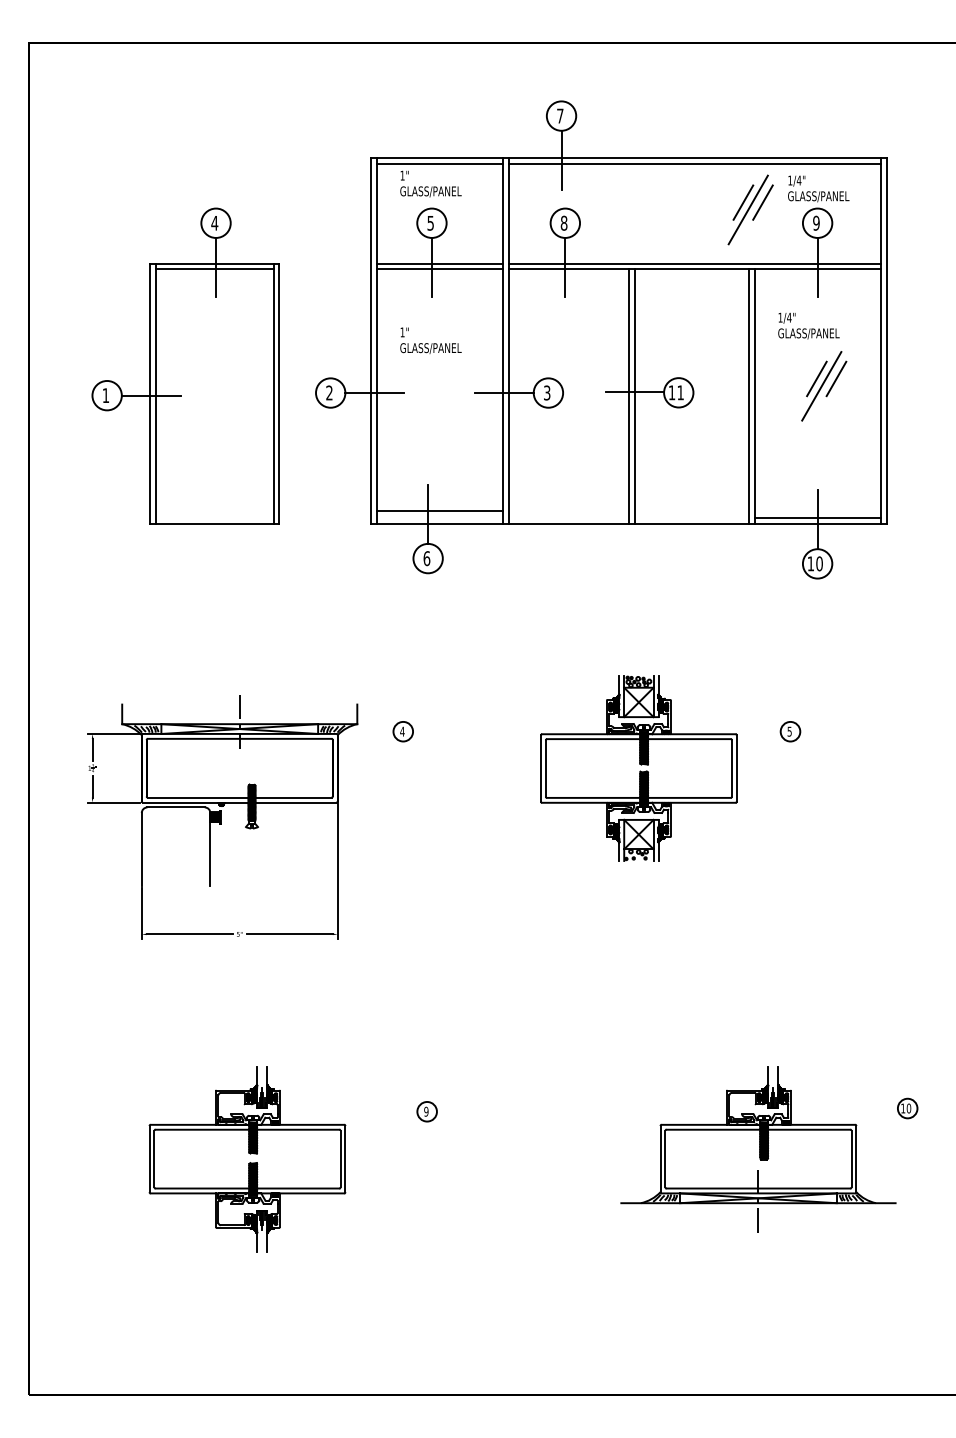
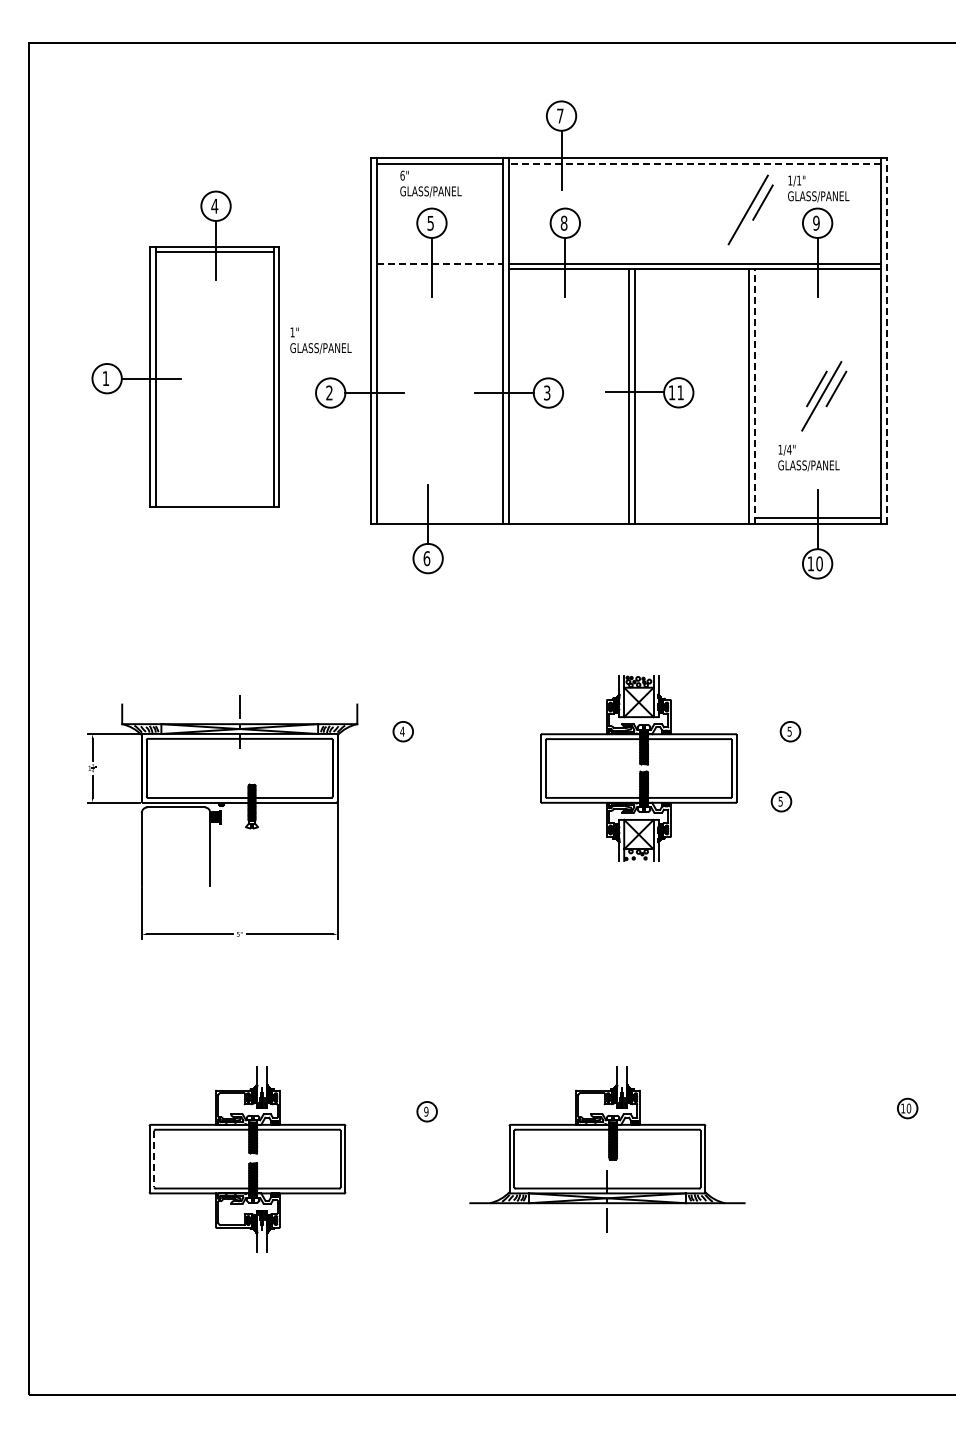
line at (694, 164): solid -> dashed
text at (402, 175): 1" -> 6"
text at (798, 180): 1/4" -> 1/1"
line at (743, 202): present -> none
line at (440, 263): solid -> dashed
line at (439, 269): present -> none
text at (808, 325) position: (808, 325) -> (808, 457)
text at (430, 340) position: (430, 340) -> (320, 340)
line at (886, 341): solid -> dashed
part at (185, 365) position: (185, 365) -> (185, 348)
part at (824, 386) position: (824, 386) -> (824, 396)
line at (755, 396): solid -> dashed
line at (439, 511): present -> none
part at (781, 801): none -> present
part at (758, 1149) position: (758, 1149) -> (607, 1149)
line at (154, 1159): solid -> dashed
